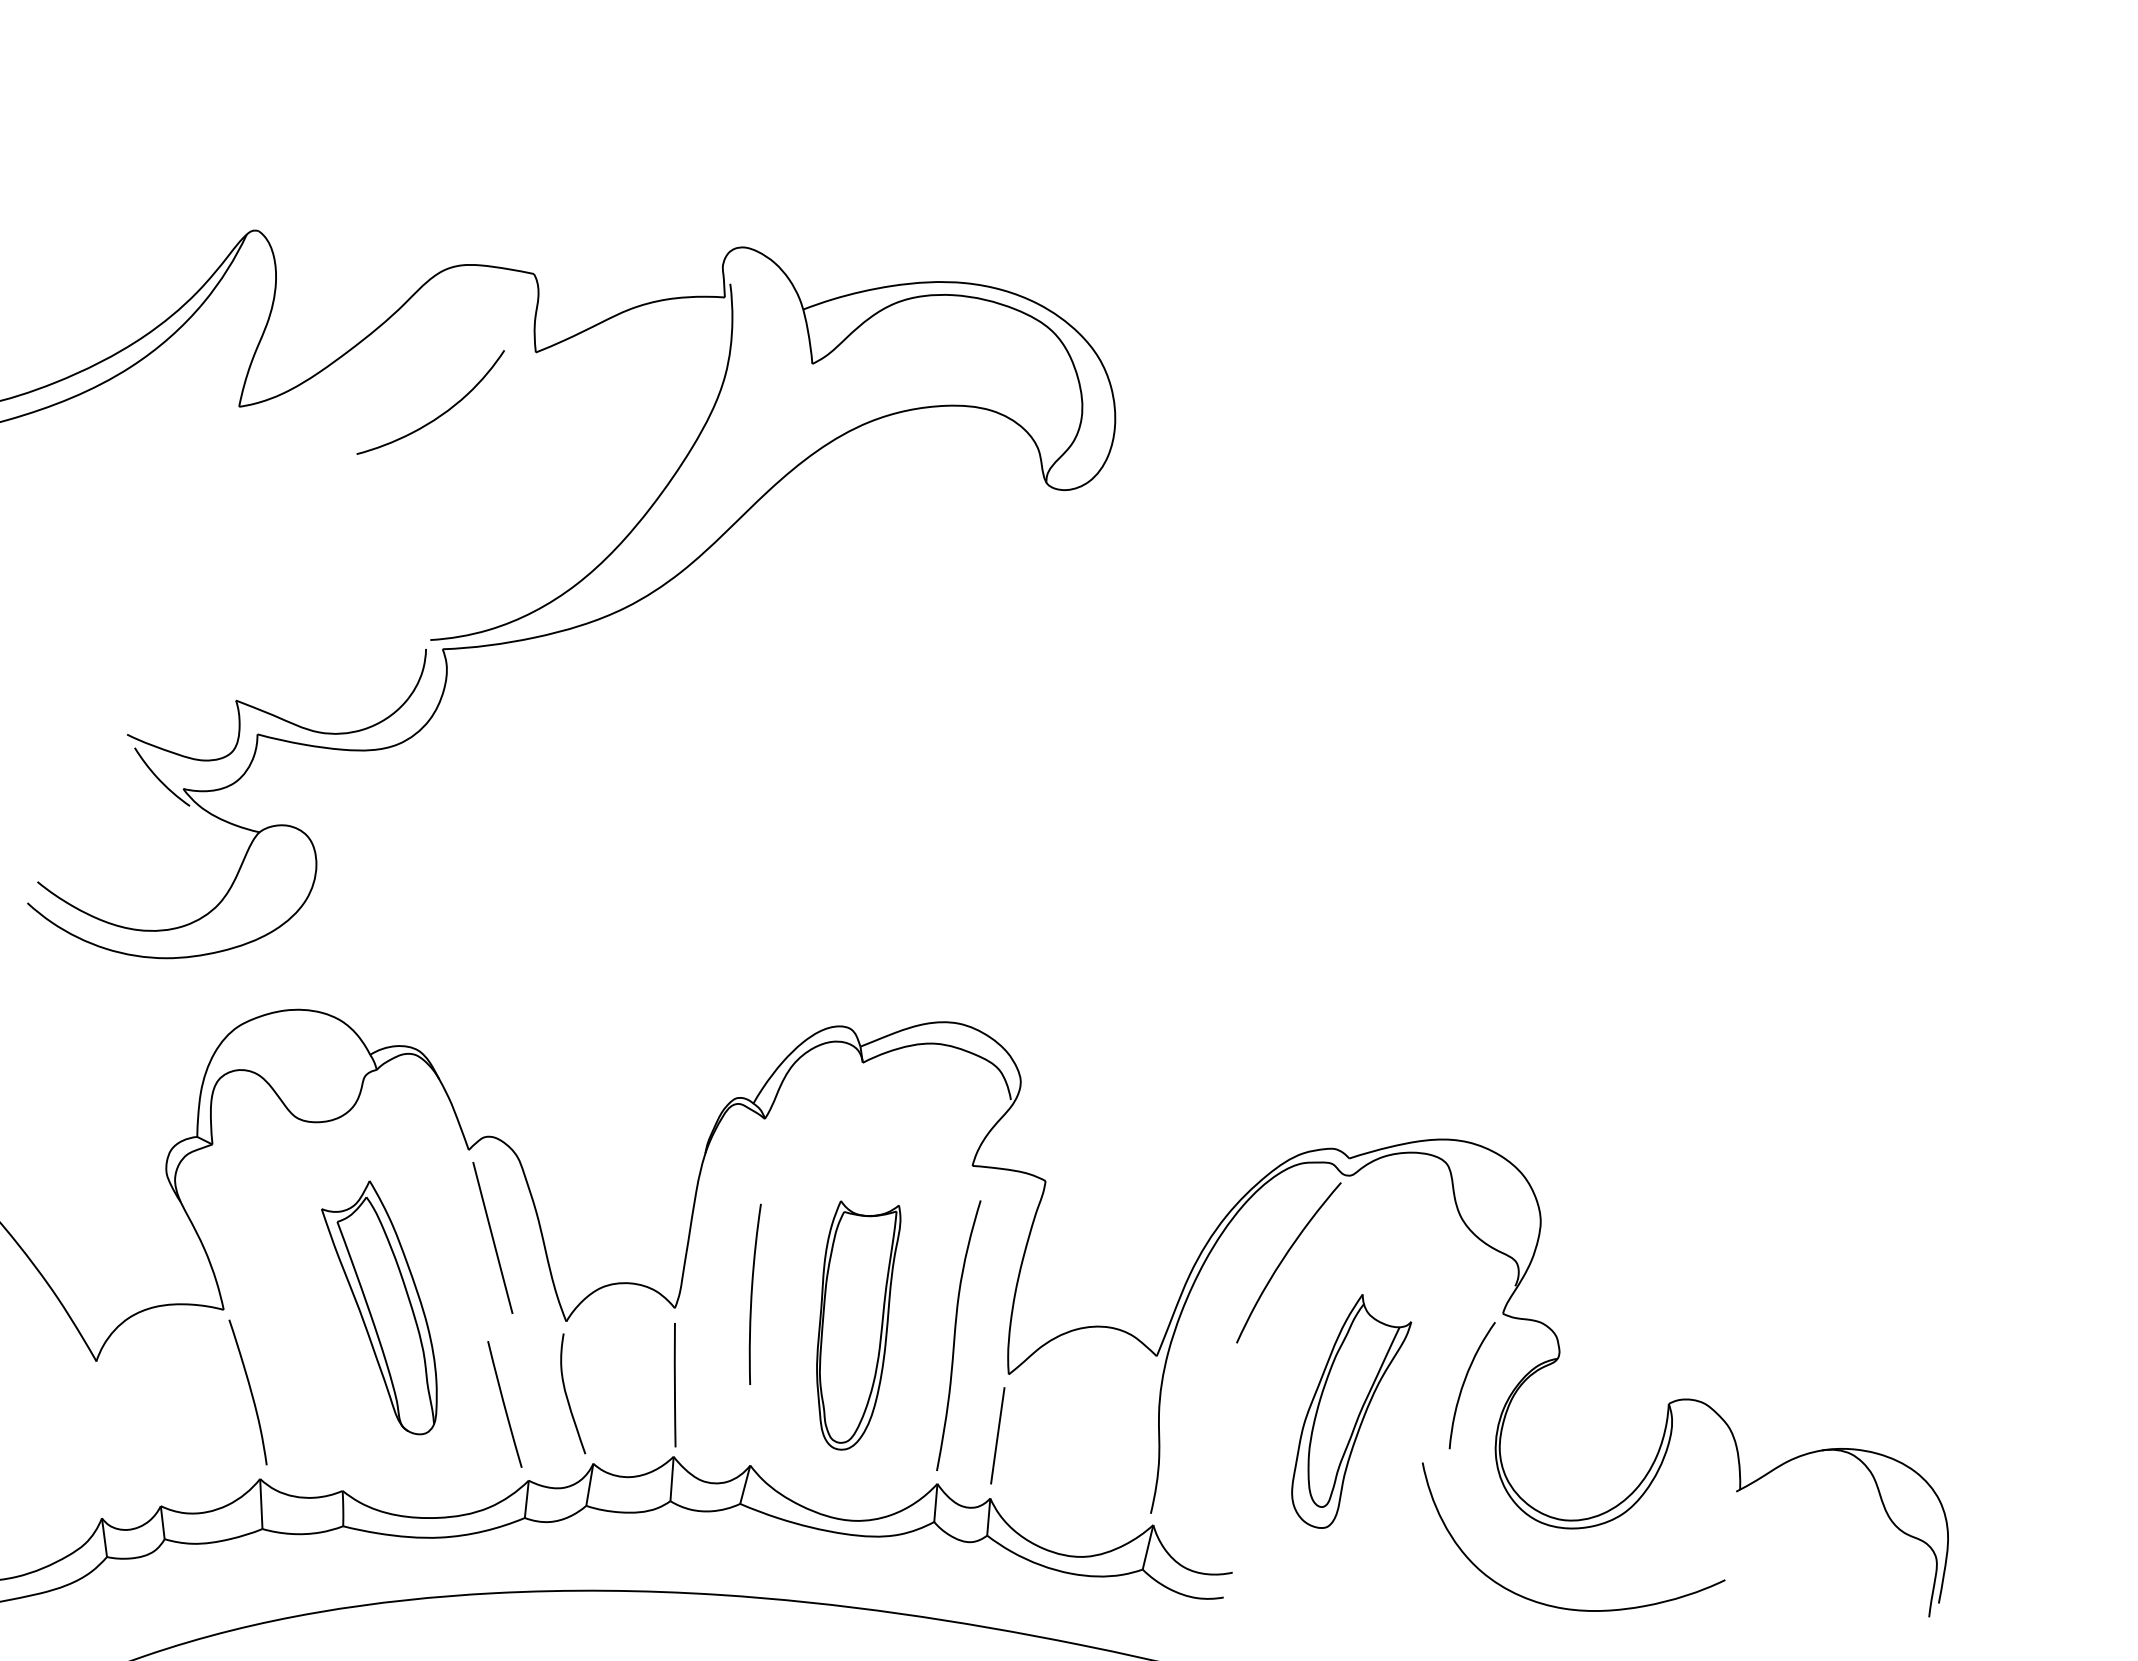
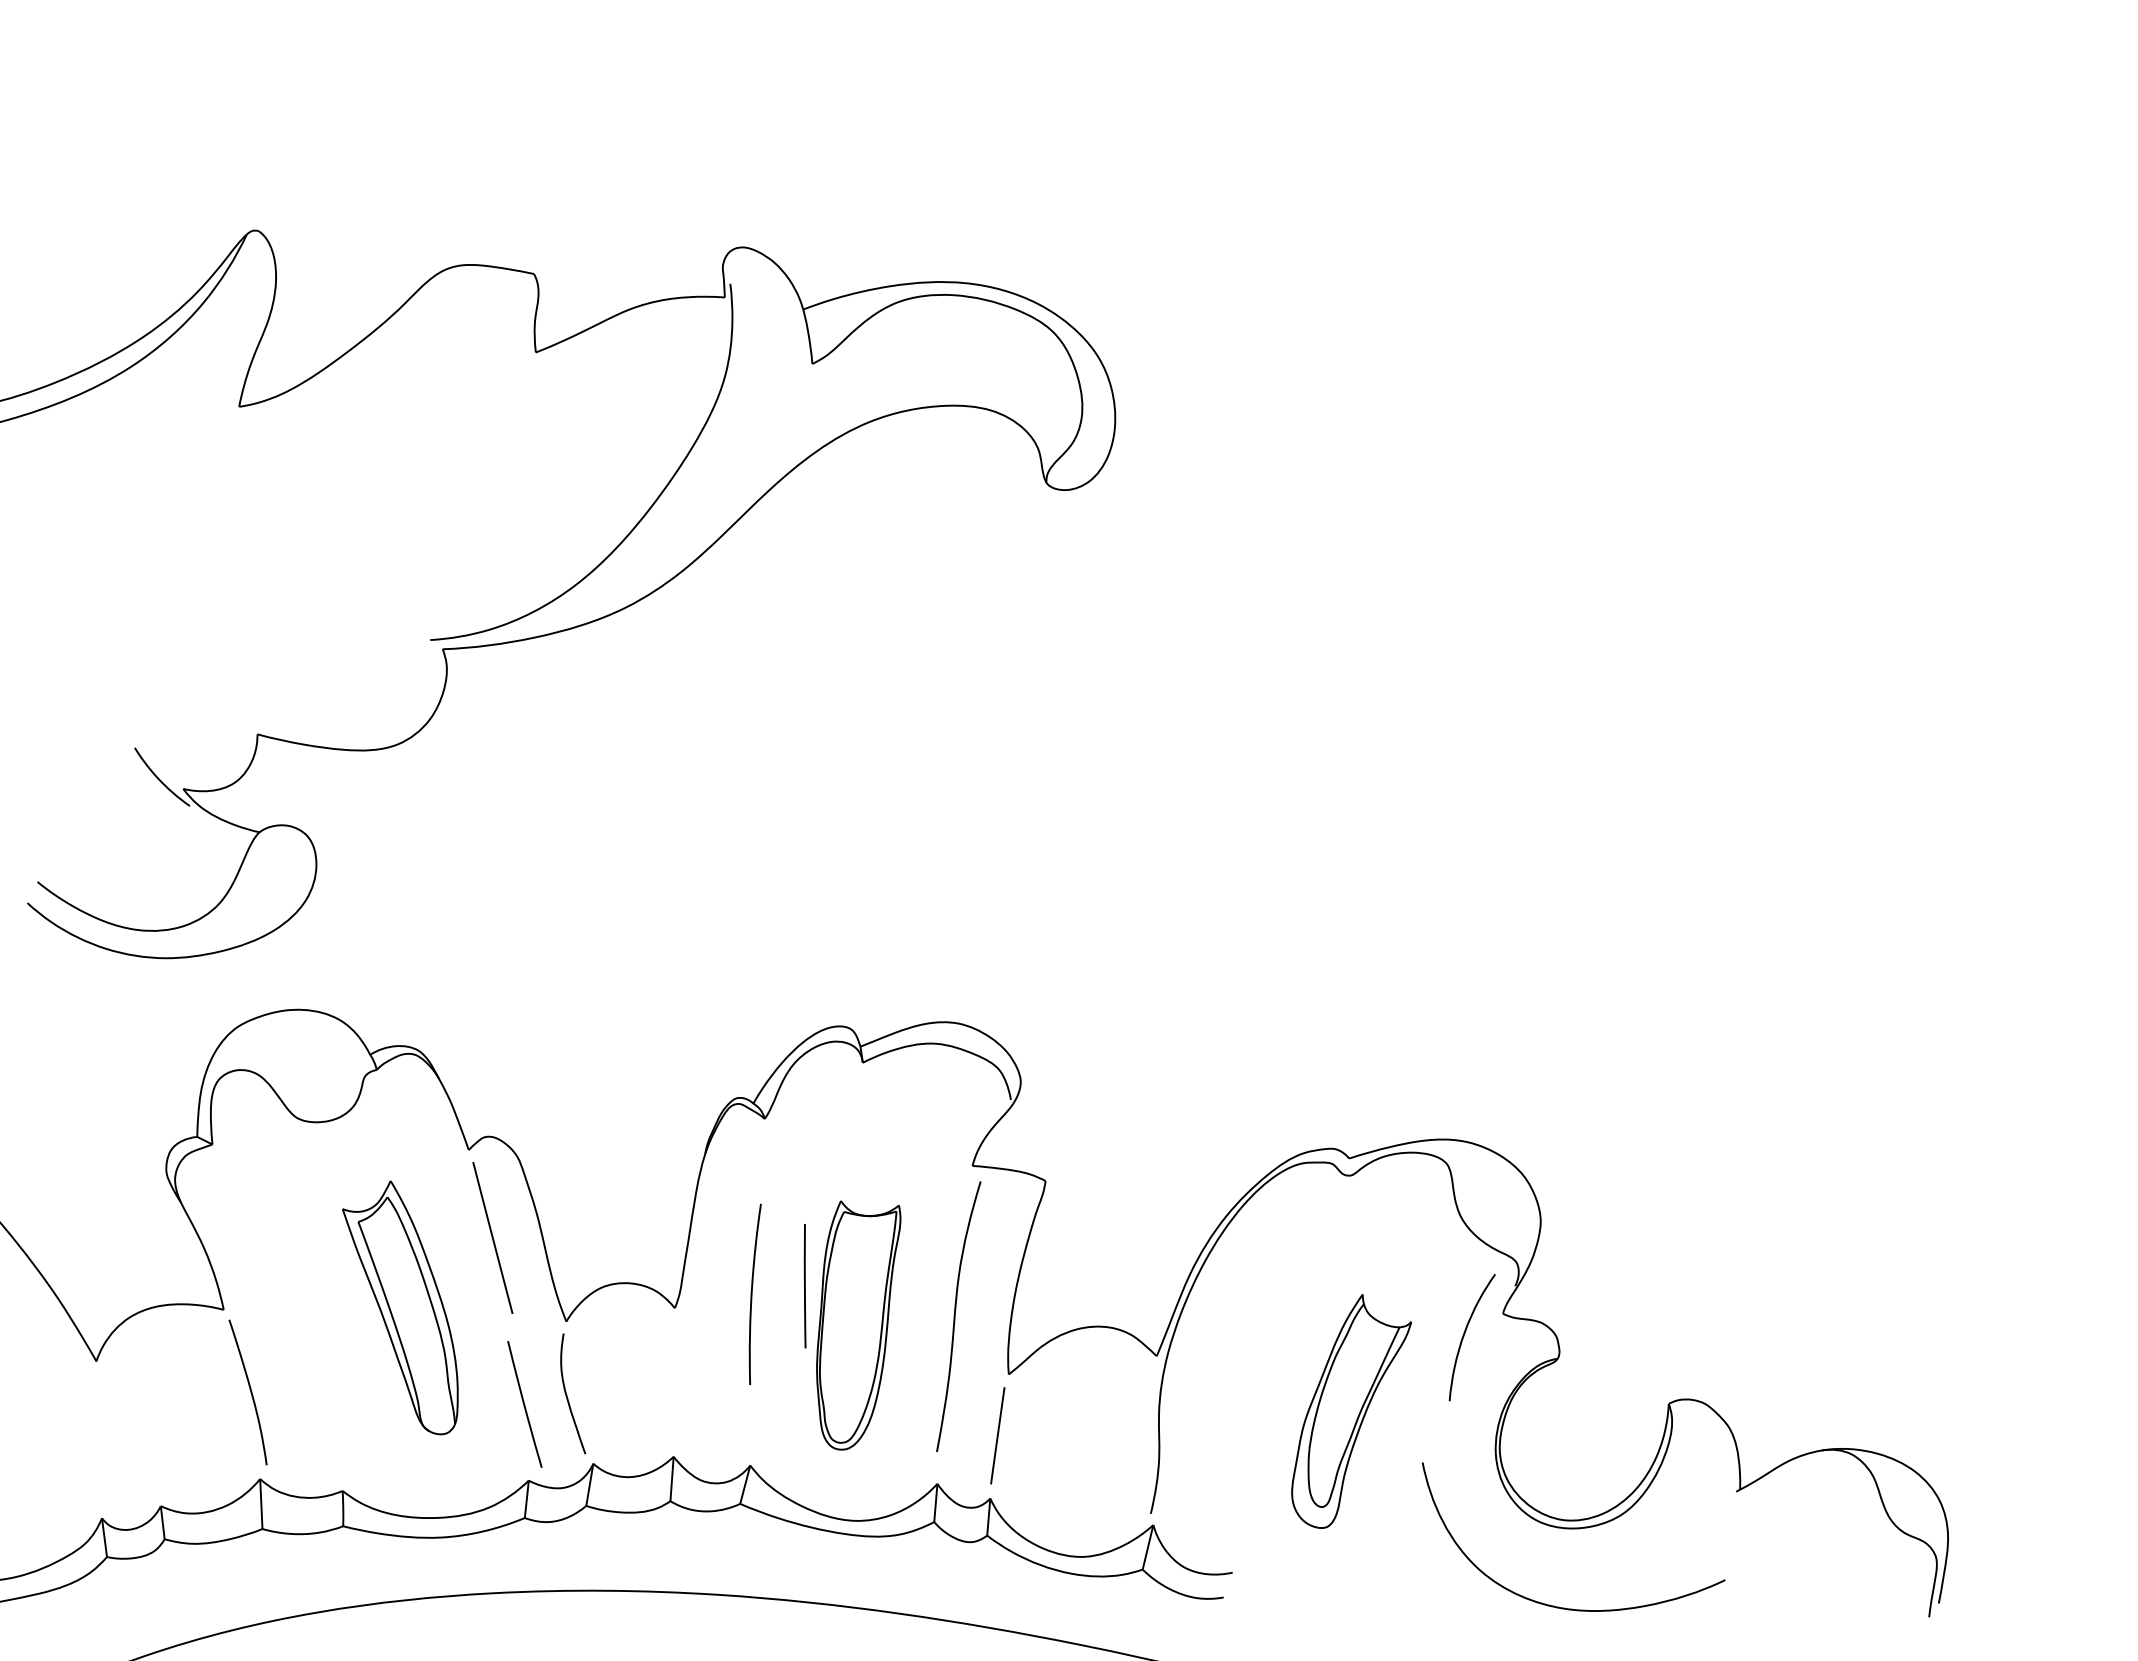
curve at (440, 414): present -> none
part at (274, 714): present -> none
curve at (1284, 1259): present -> none
part at (379, 1307) position: (379, 1307) -> (400, 1307)
curve at (955, 1335) position: (955, 1335) -> (955, 1316)
curve at (1464, 1384) position: (1464, 1384) -> (1464, 1336)
line at (674, 1385) position: (674, 1385) -> (804, 1286)
line at (504, 1404) position: (504, 1404) -> (524, 1404)
